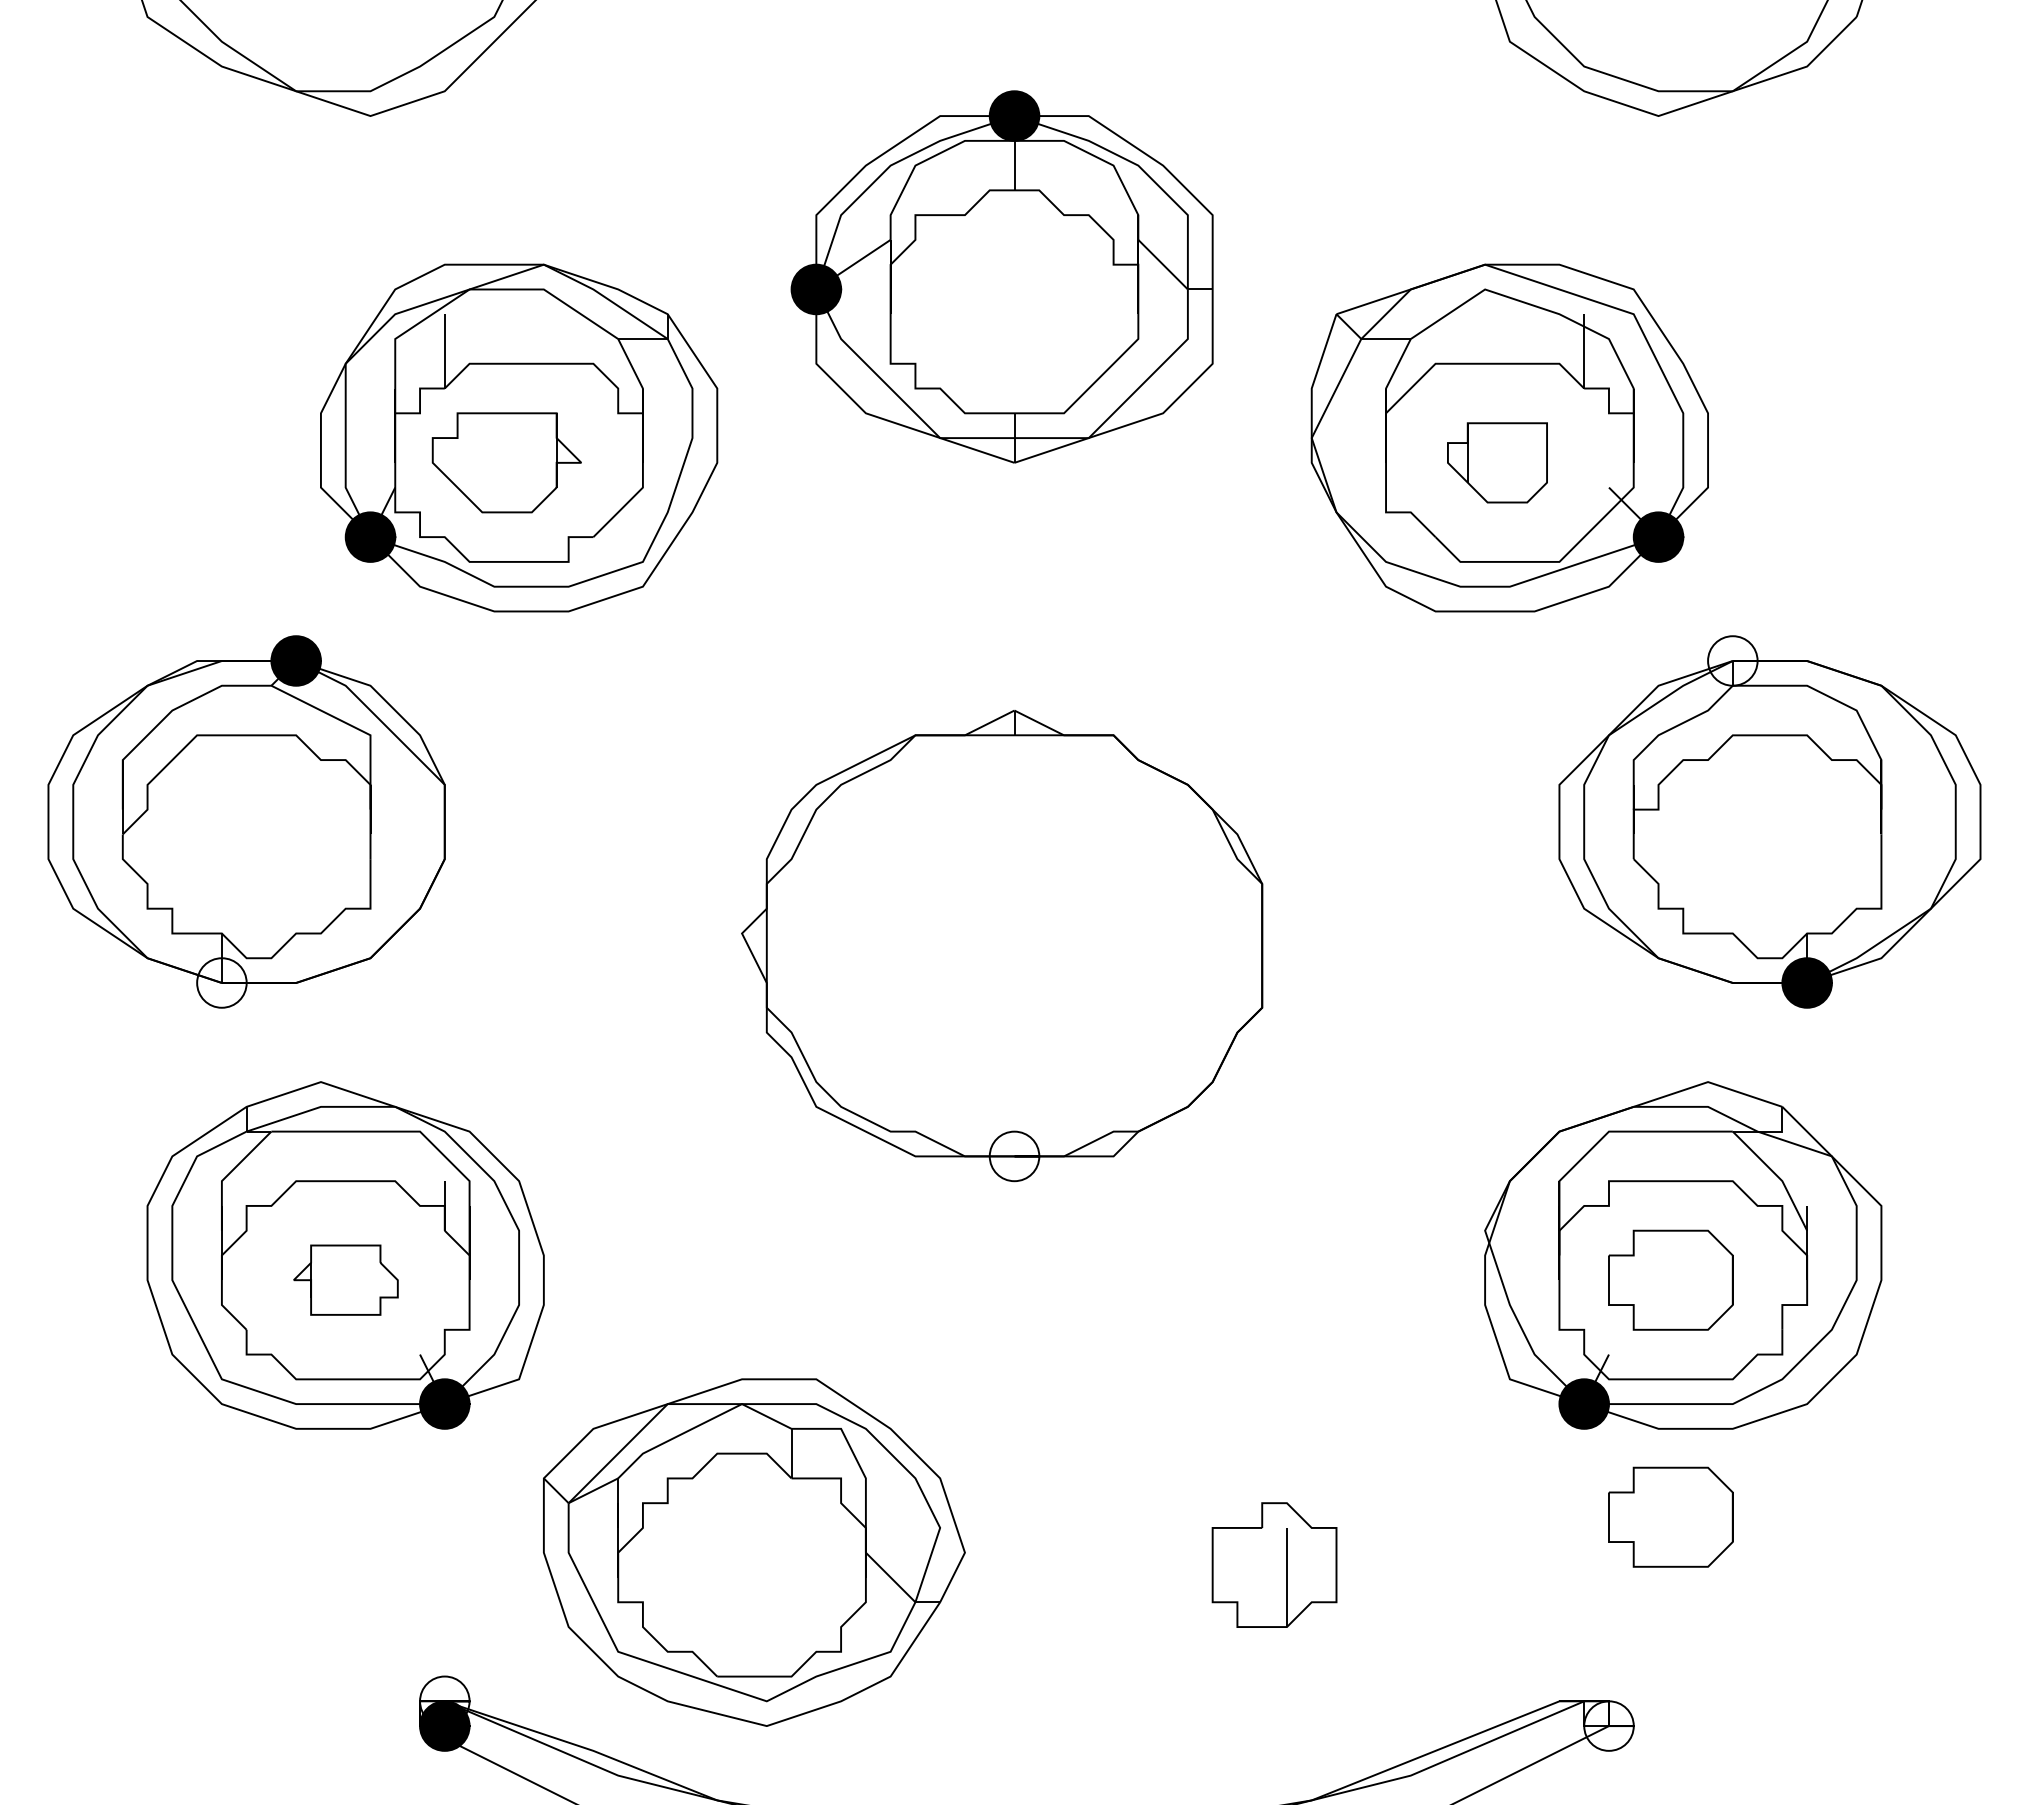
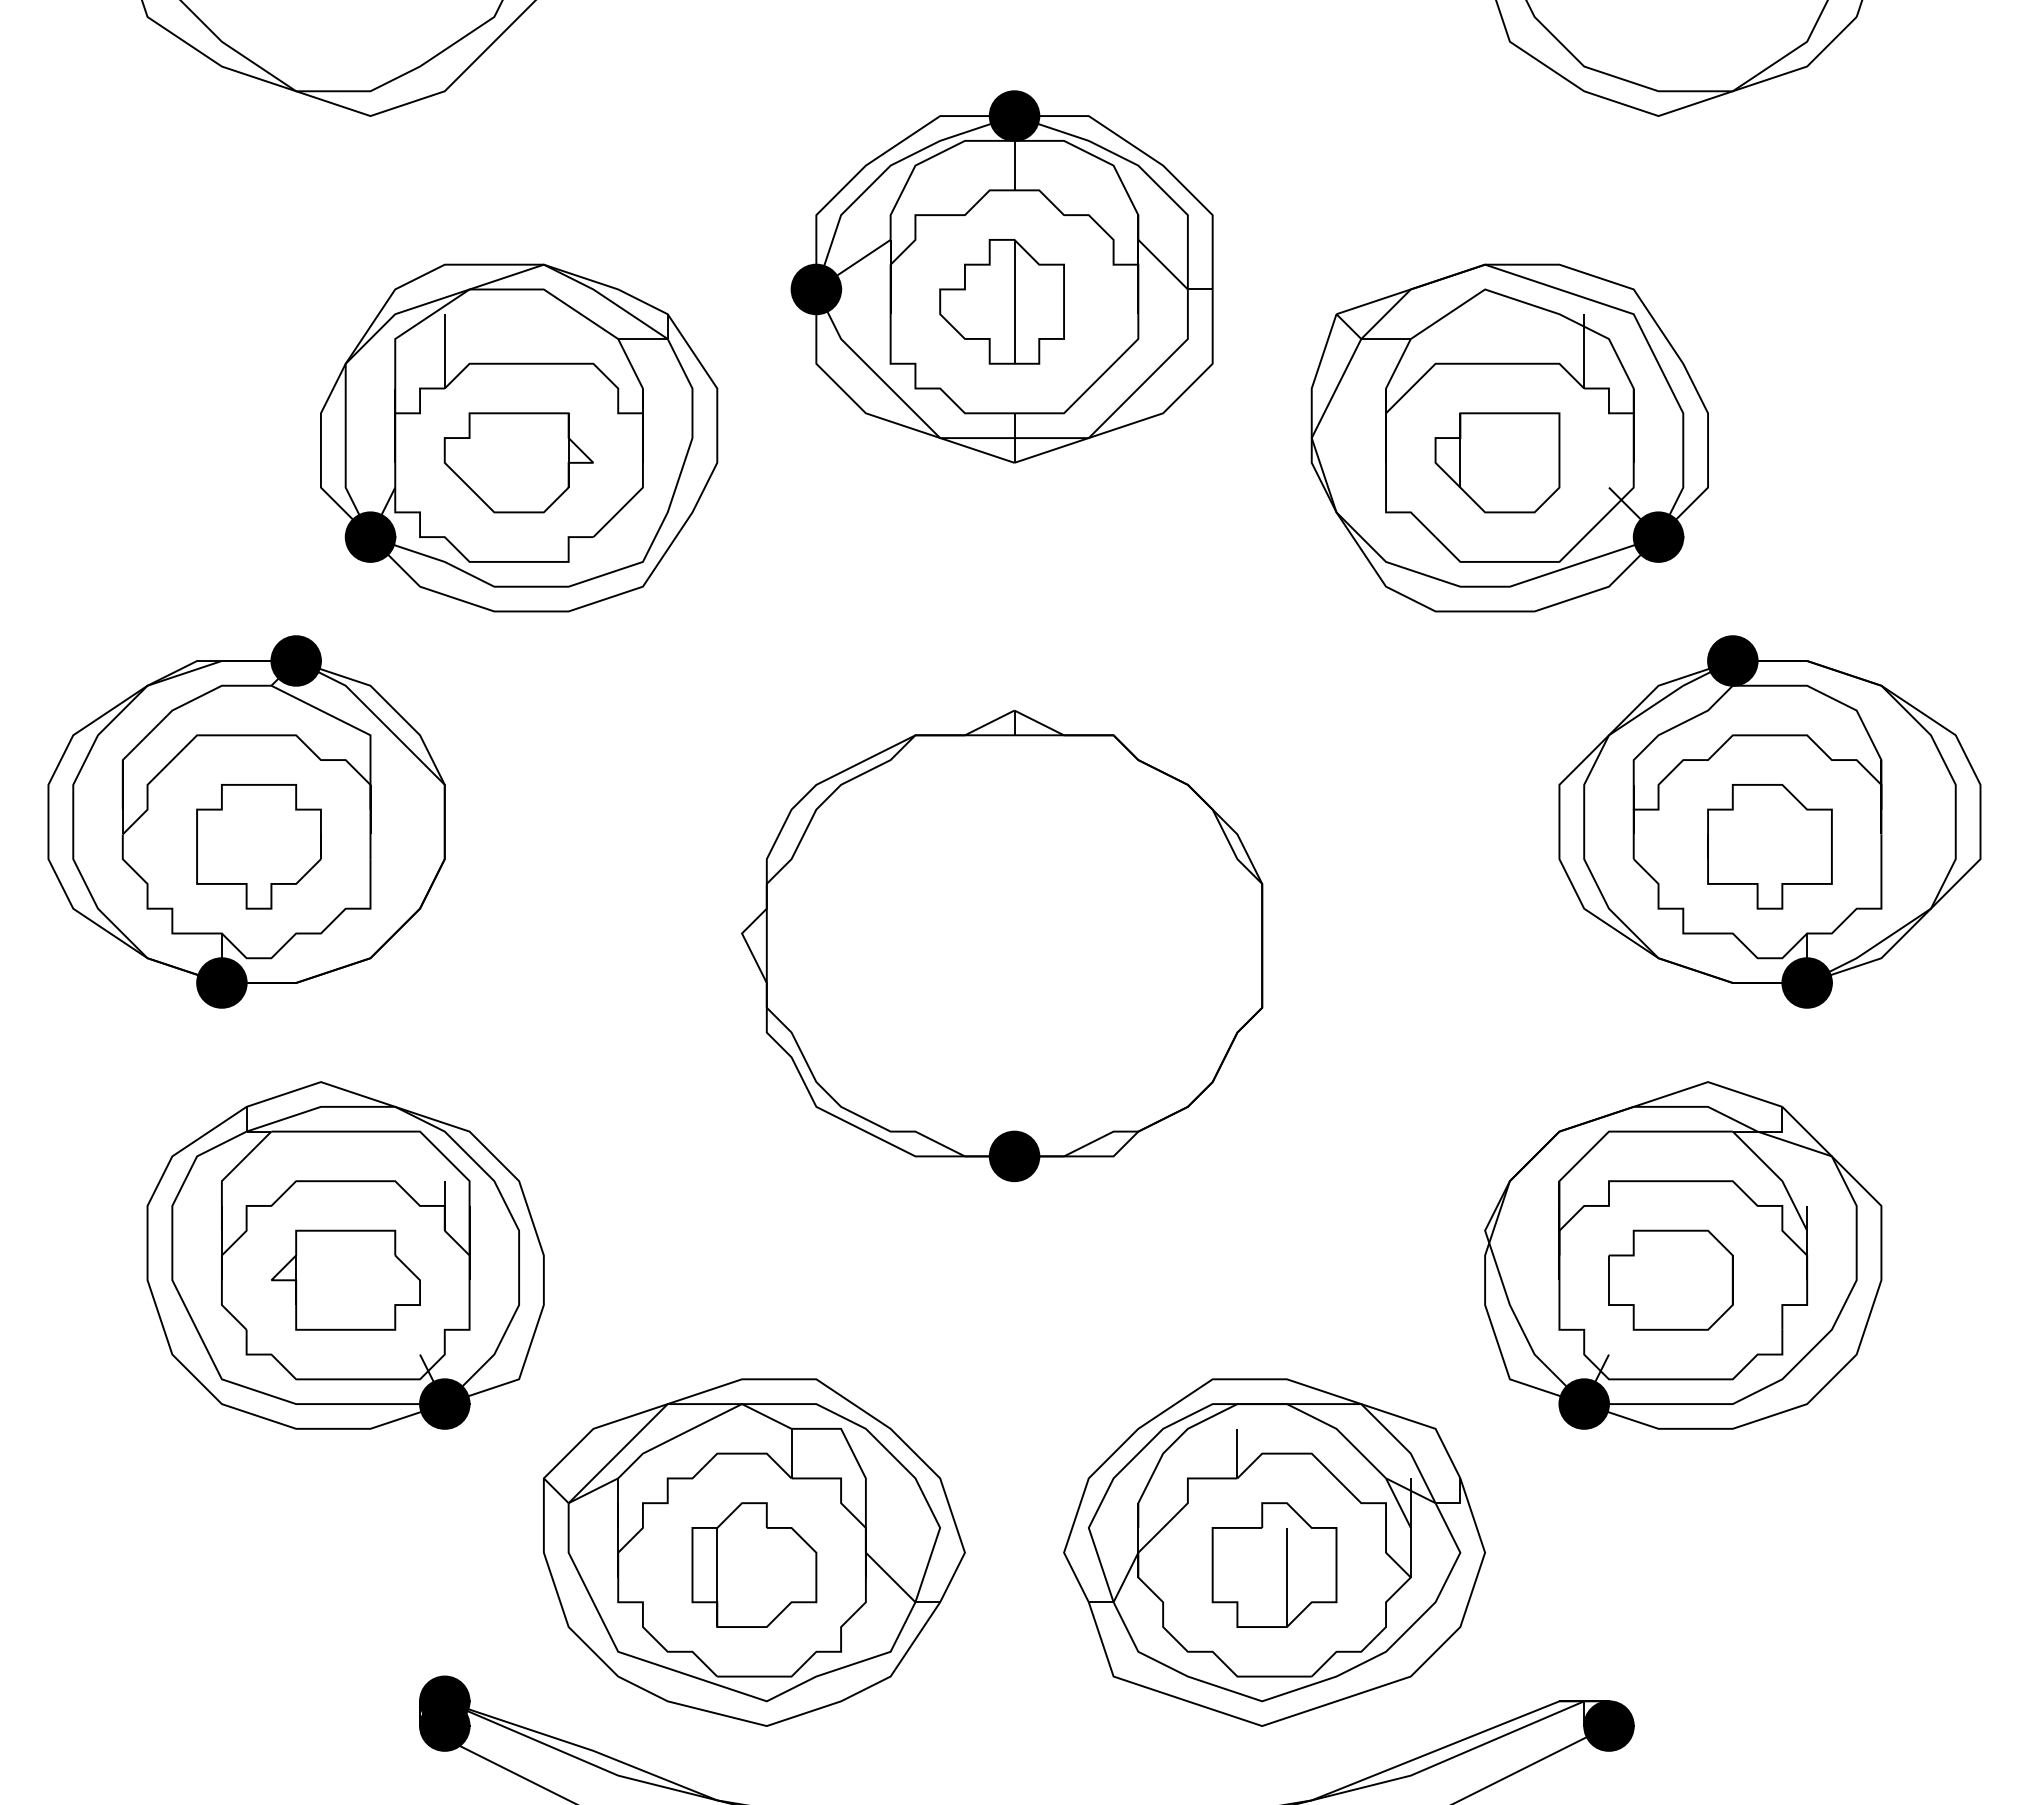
part at (1001, 301): none -> present
part at (506, 462) position: (506, 462) -> (518, 462)
part at (1497, 462) size: 101x82 px -> 127x102 px
fill at (1732, 660): none -> present
part at (258, 846): none -> present
part at (1769, 846): none -> present
fill at (221, 982): none -> present
fill at (1014, 1156): none -> present
part at (345, 1279) size: 106x72 px -> 150x102 px
part at (1670, 1516): present -> none
part at (1274, 1552): none -> present
part at (754, 1564): none -> present
fill at (444, 1701): none -> present
fill at (1608, 1725): none -> present
